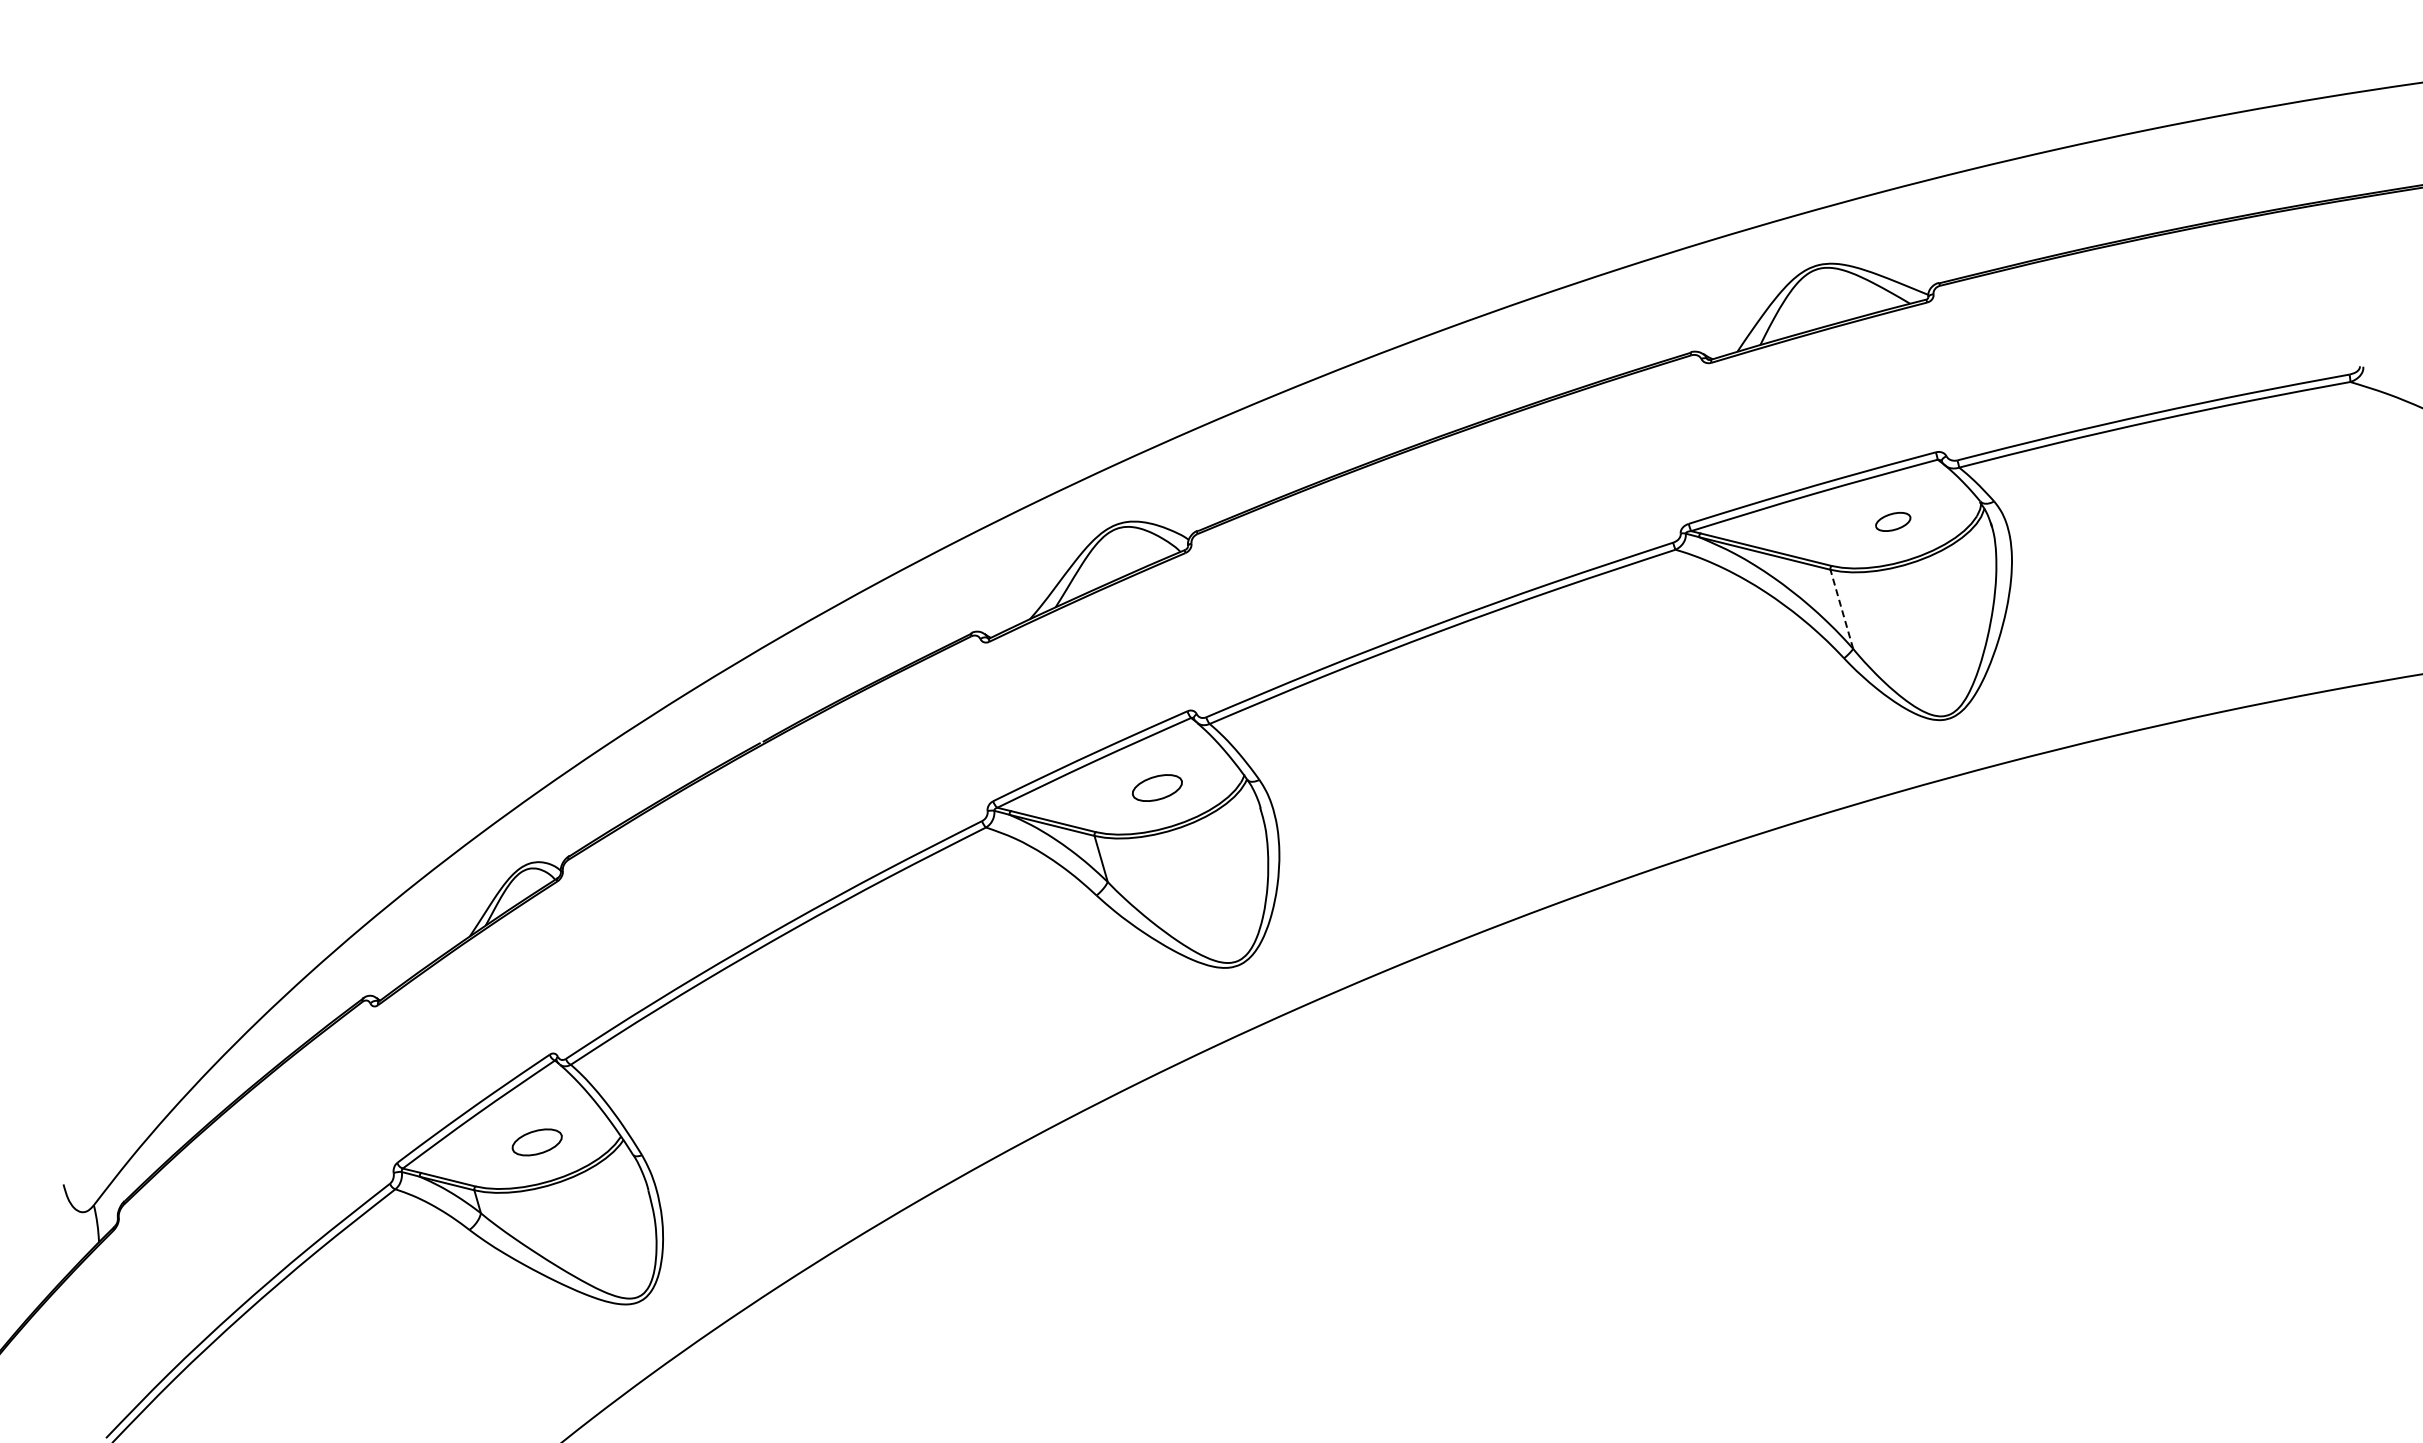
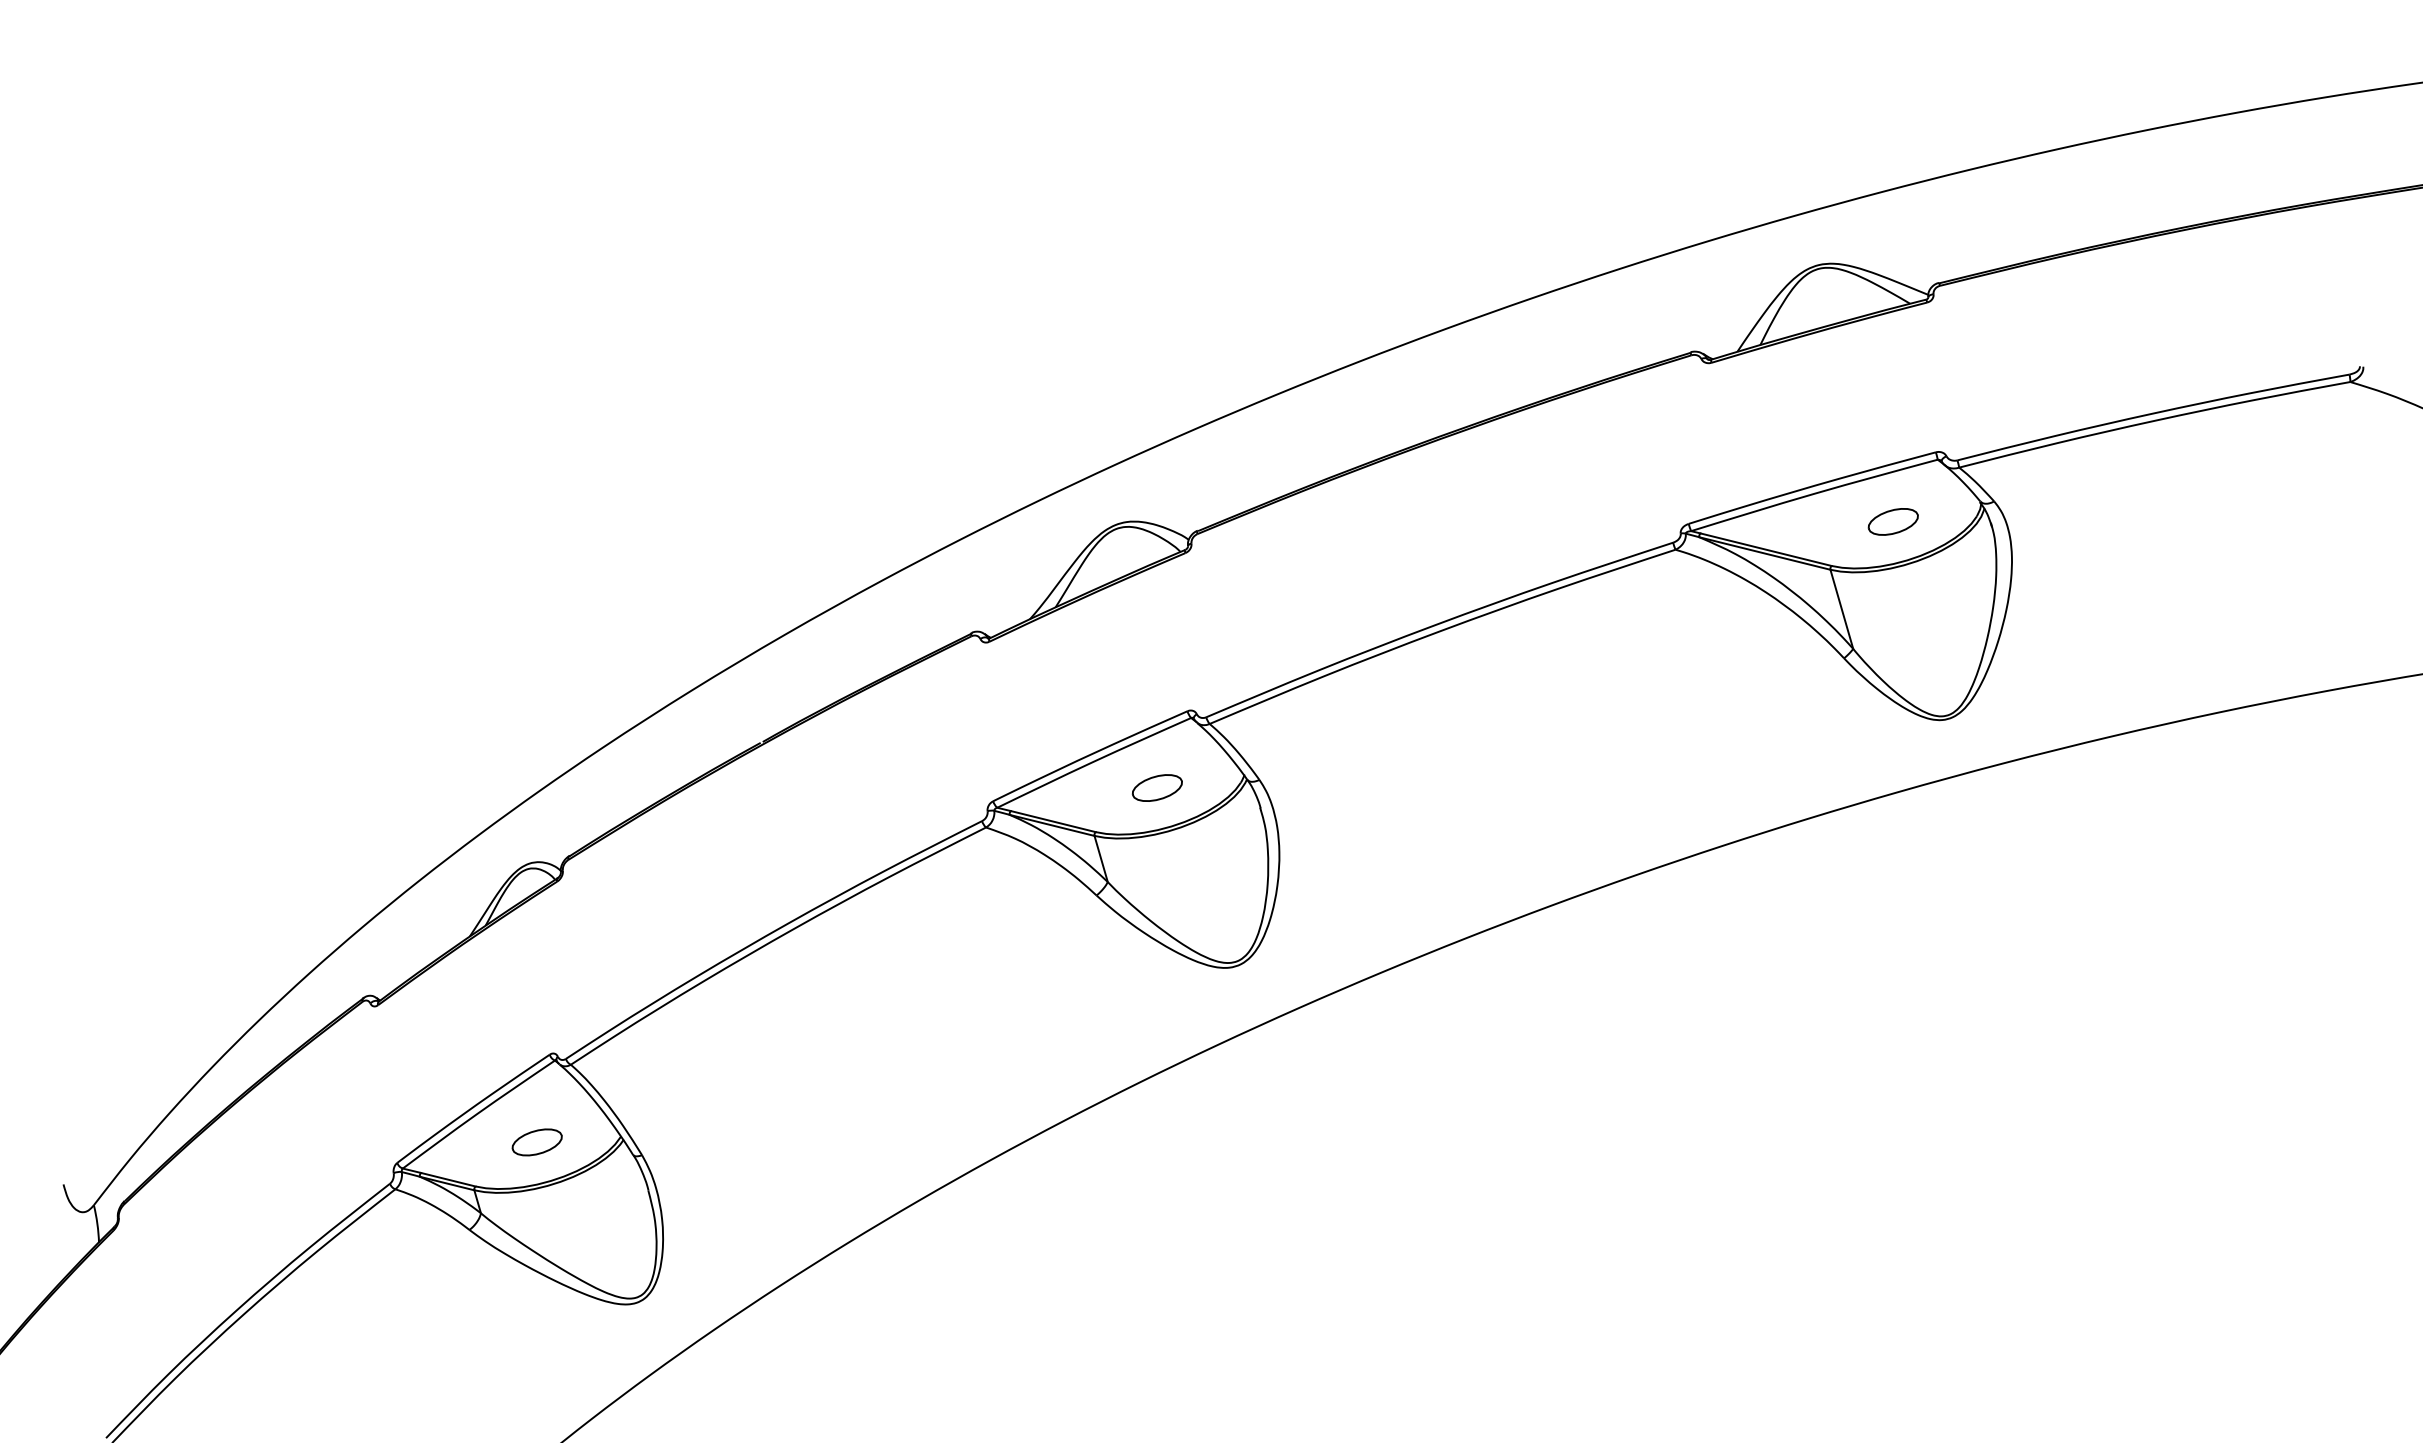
part at (1893, 521) size: 37x20 px -> 52x28 px
line at (1841, 608): dashed -> solid
